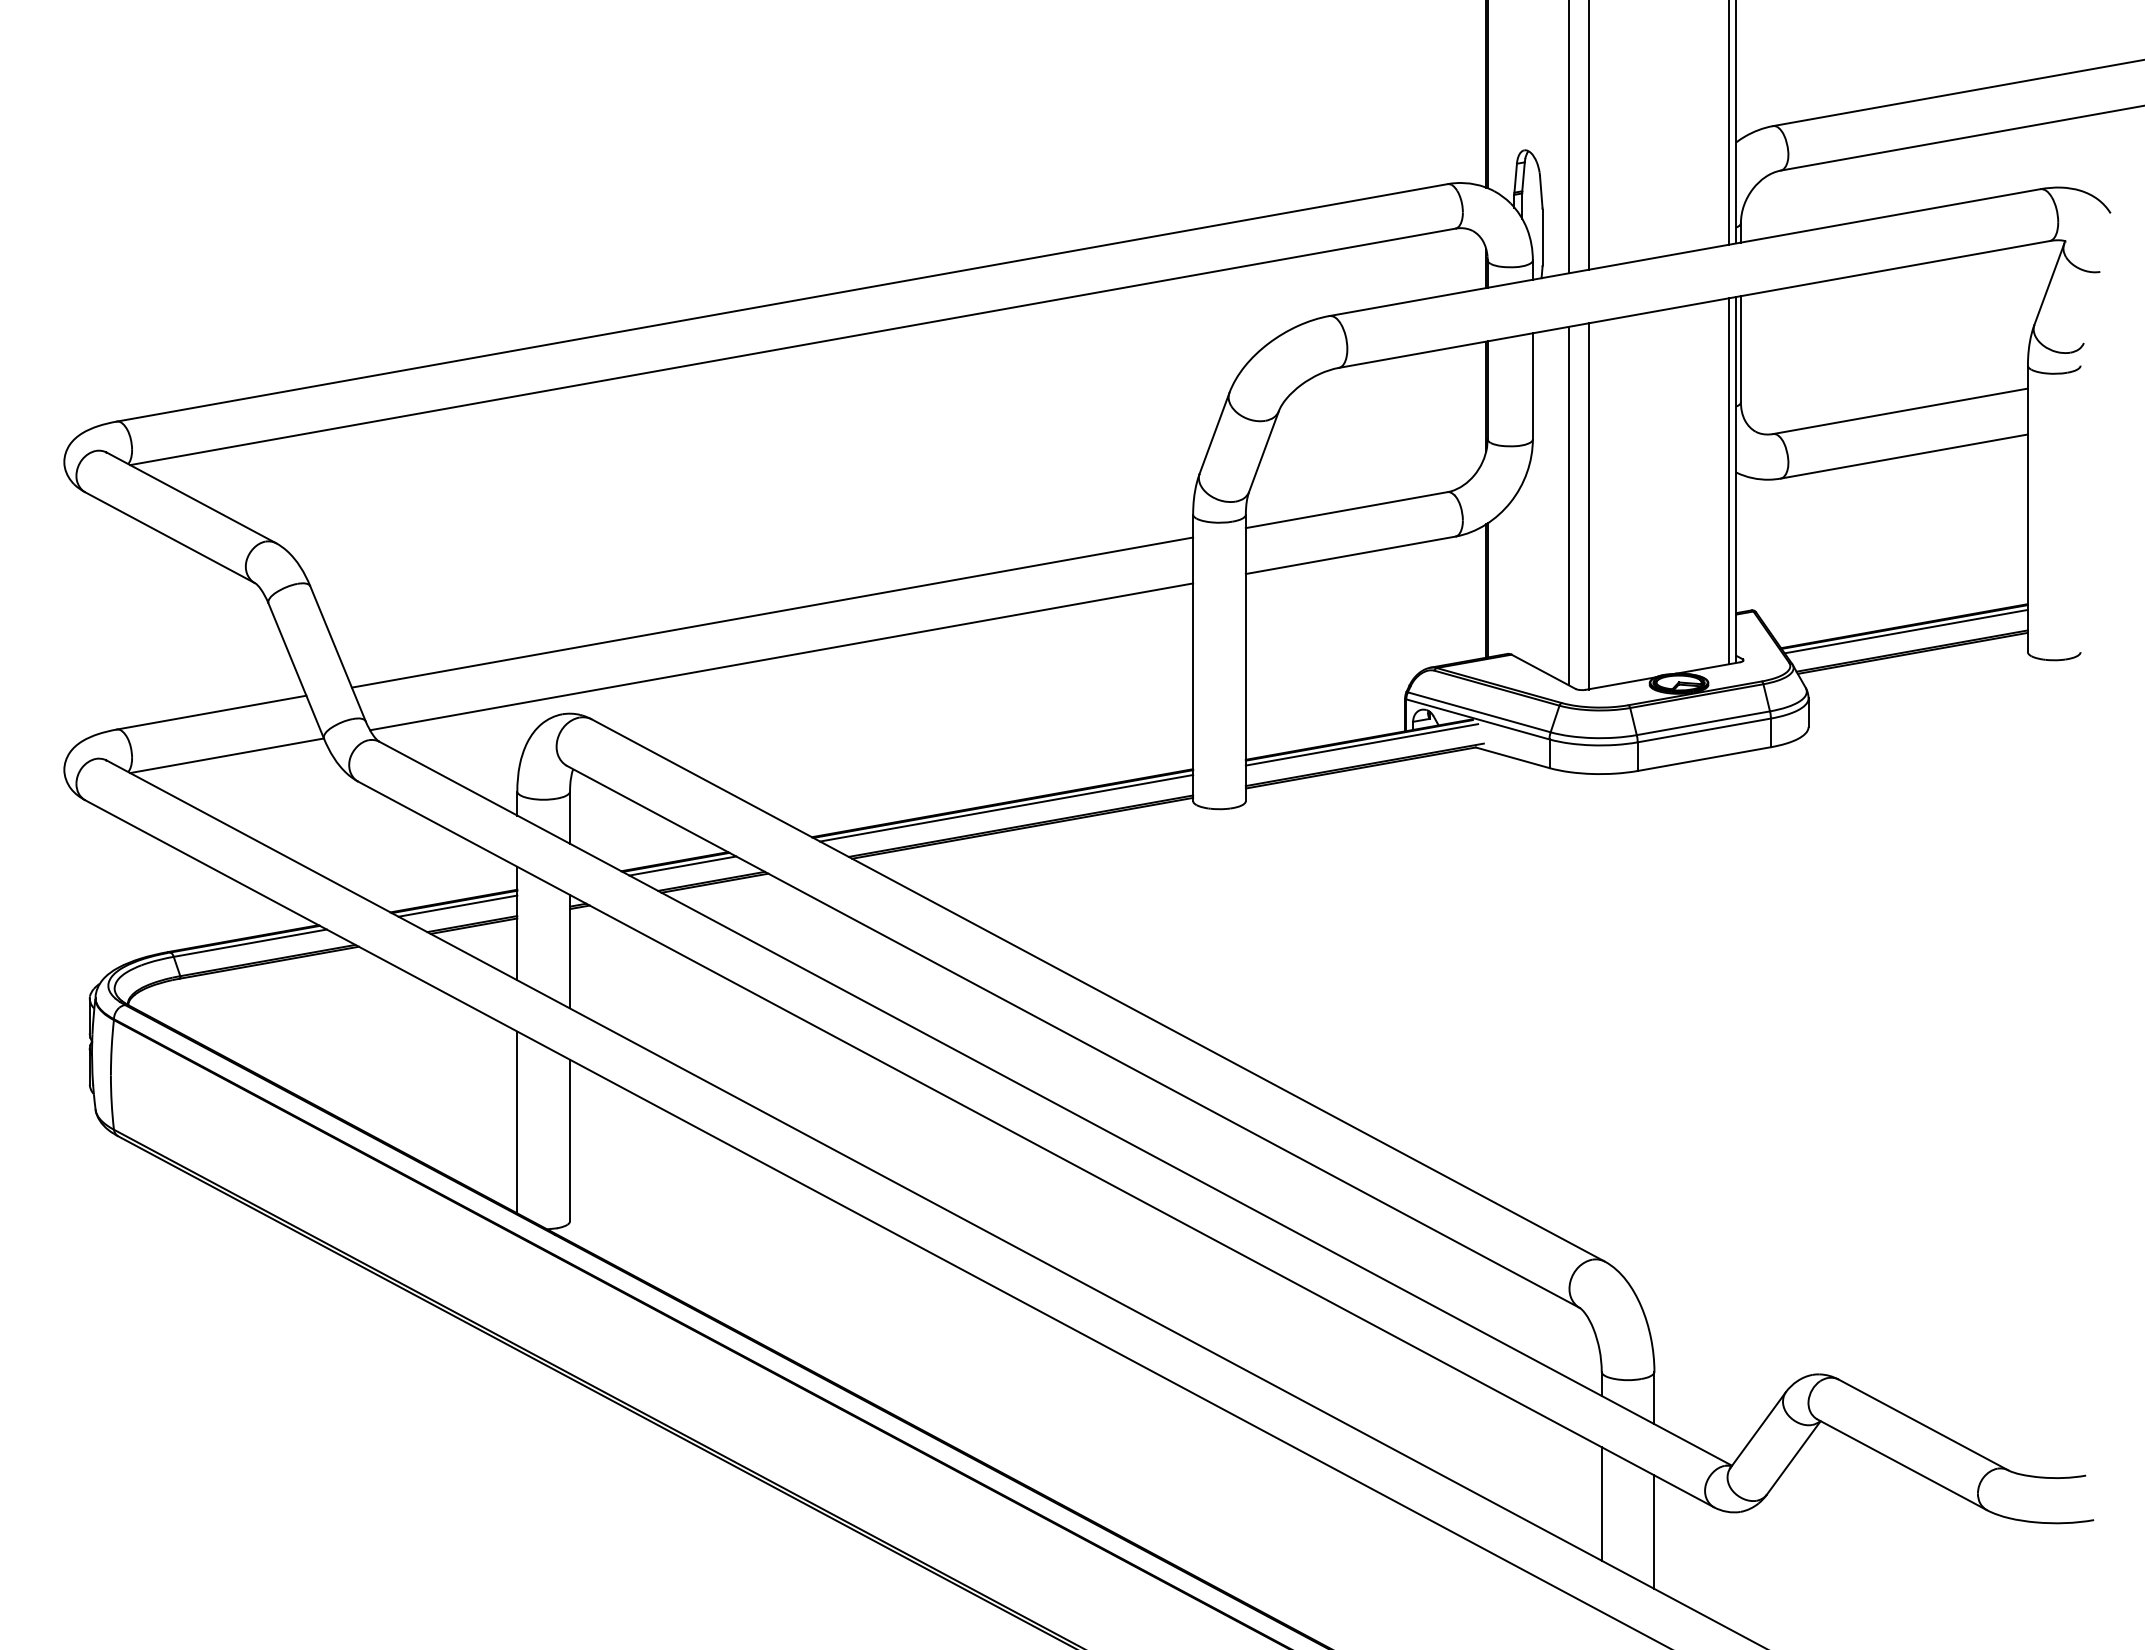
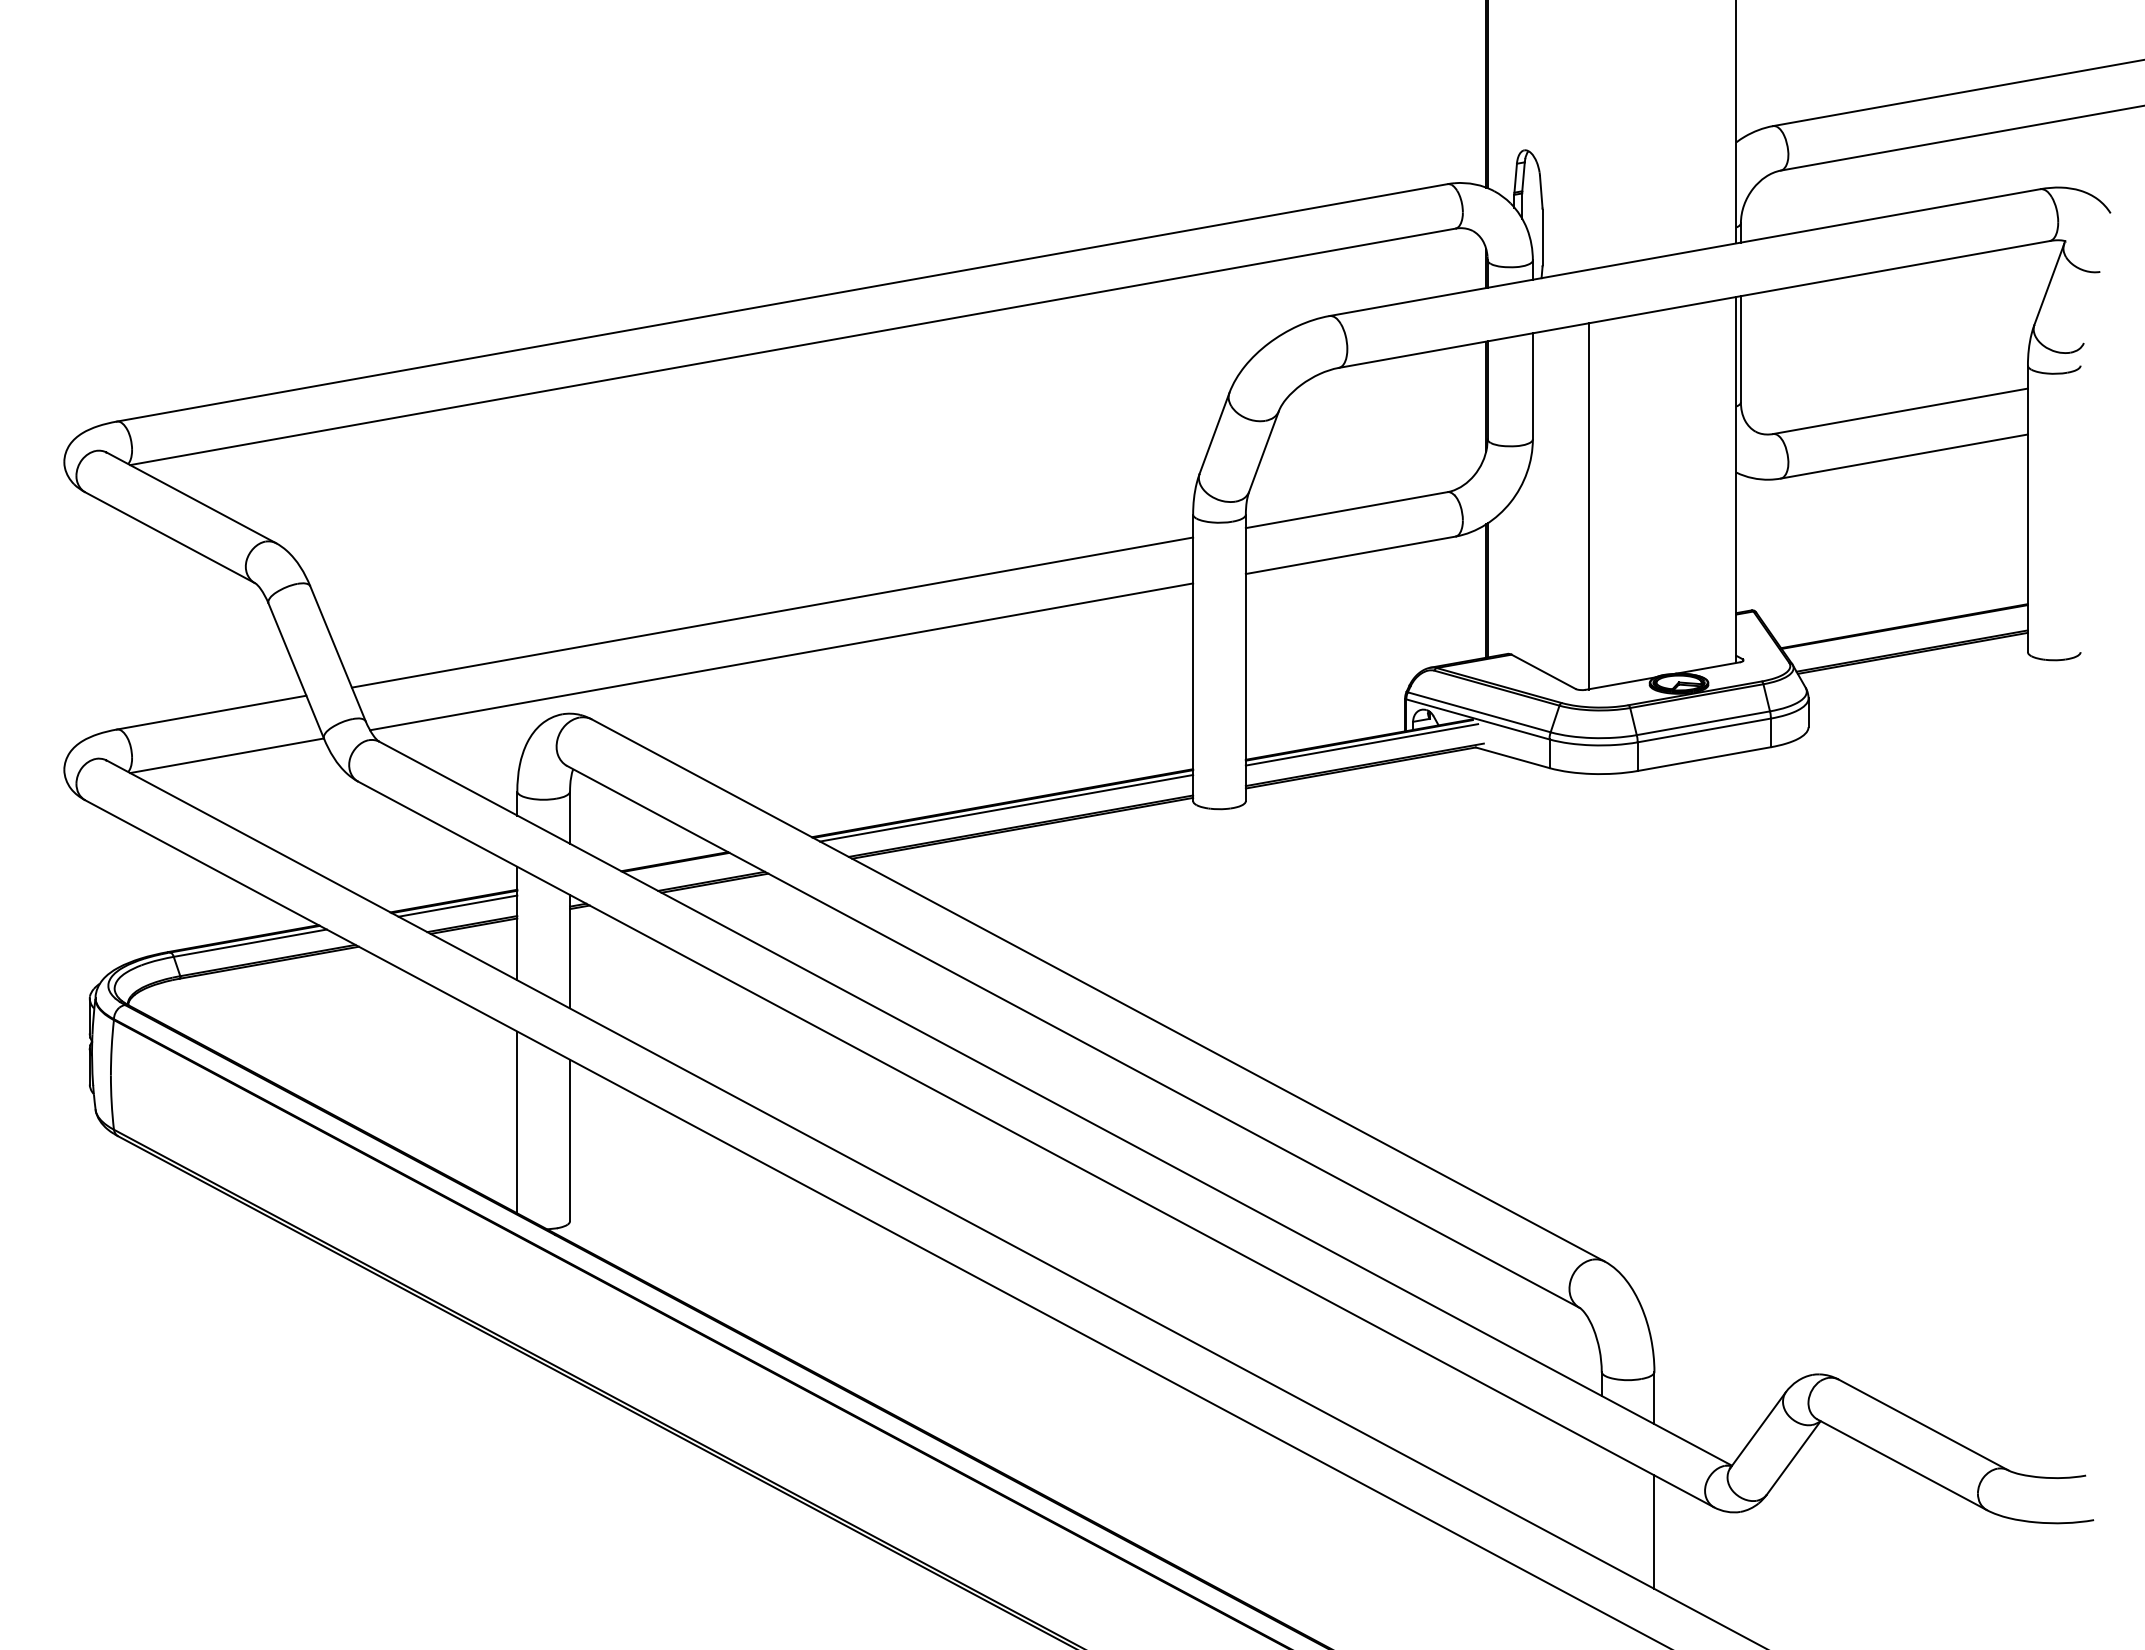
line at (1728, 123): present -> none
line at (1589, 135): present -> none
line at (1568, 137): present -> none
line at (1728, 481): present -> none
line at (1568, 505): present -> none
line at (1905, 631): present -> none
line at (682, 865): present -> none
line at (1601, 1503): present -> none
